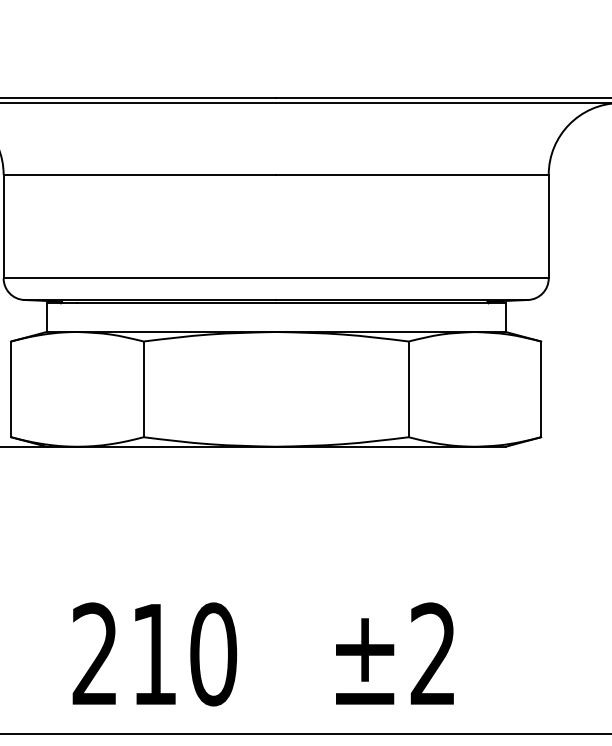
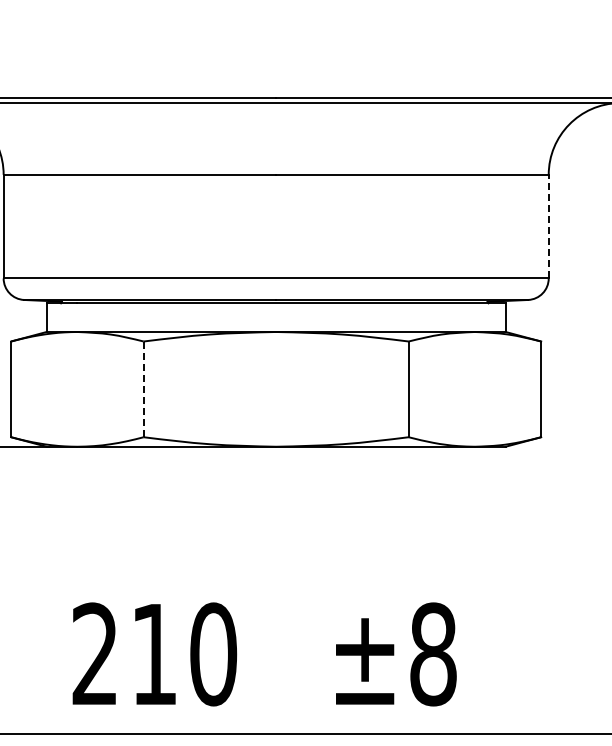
line at (548, 226): solid -> dashed
line at (143, 389): solid -> dashed
text at (433, 654): ±2 -> ±8
